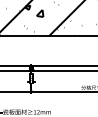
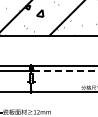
line at (65, 71): solid -> dashed
